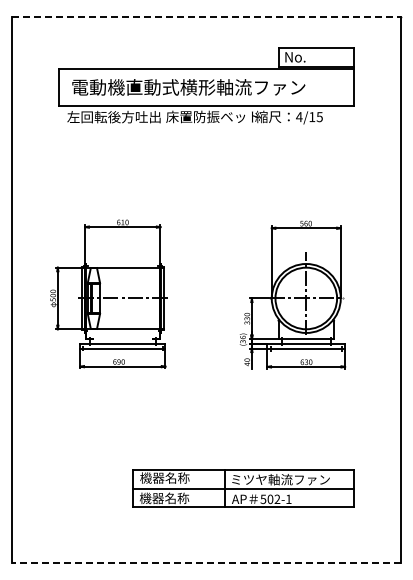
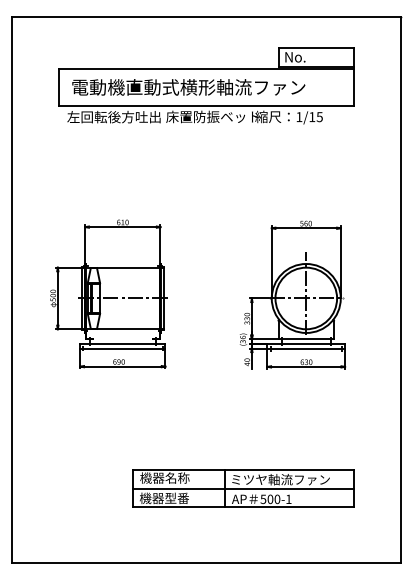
line at (206, 17): dashed -> solid
text at (299, 117): 4/15 -> 1/15
text at (177, 498): 機器名称 -> 機器型番
text at (277, 499): 502-1 -> 500-1
line at (206, 562): dashed -> solid
